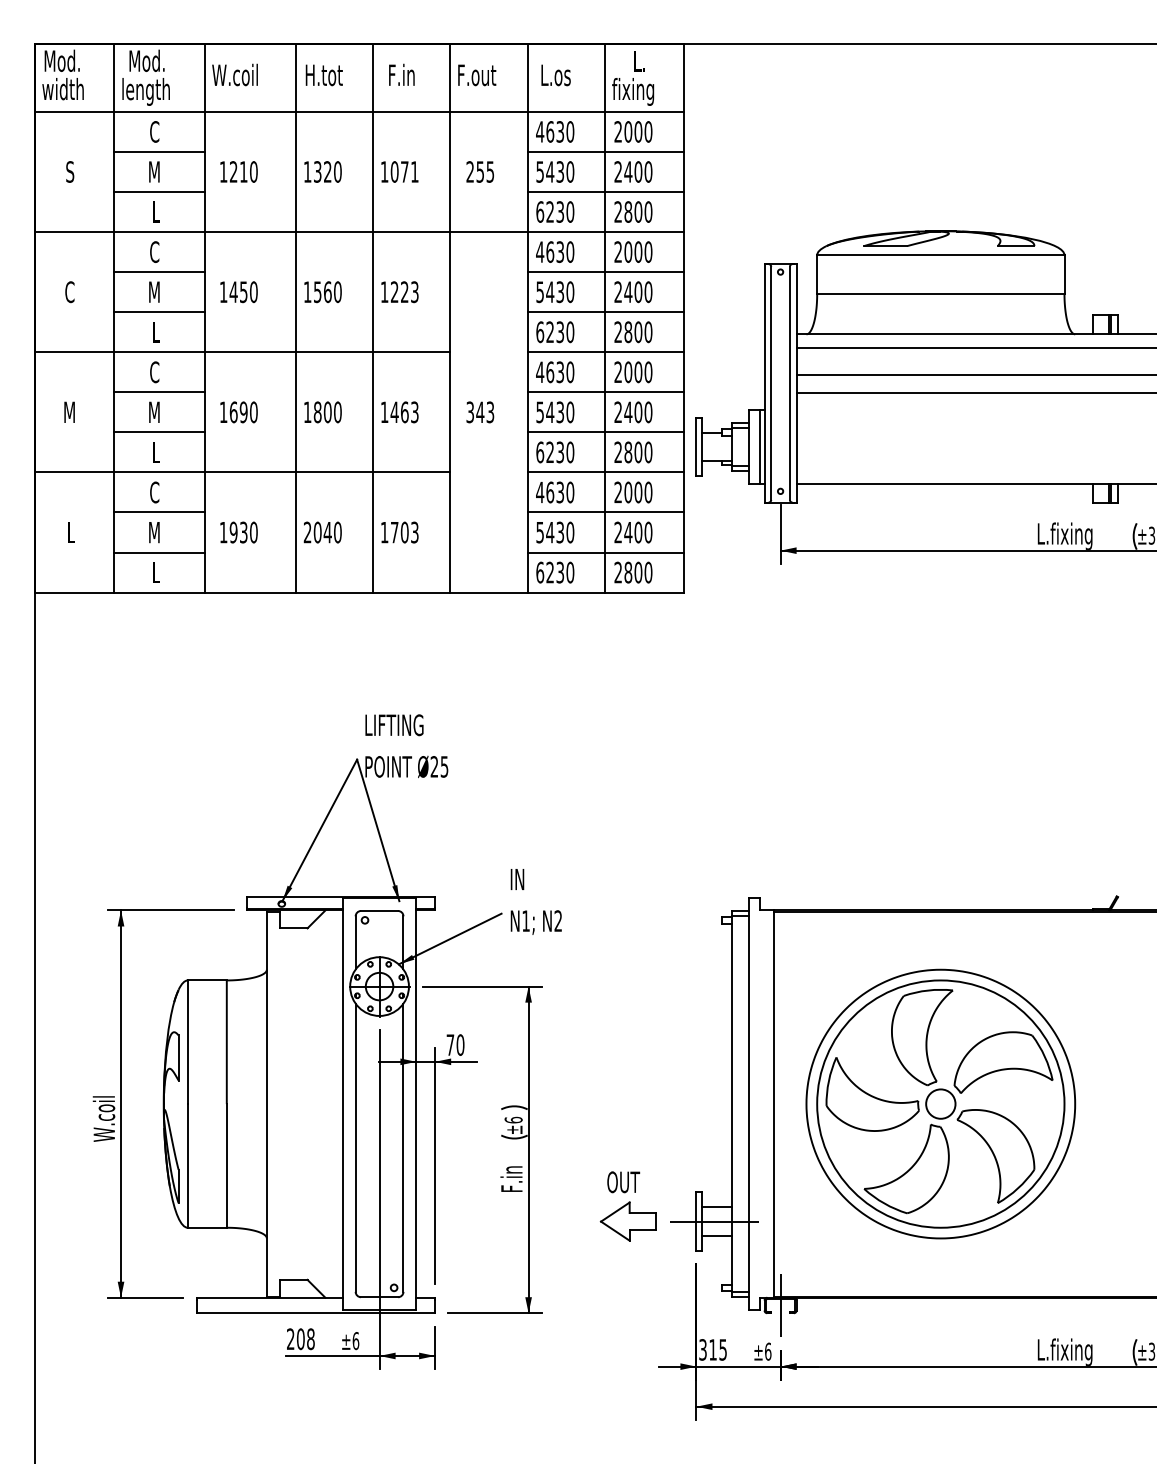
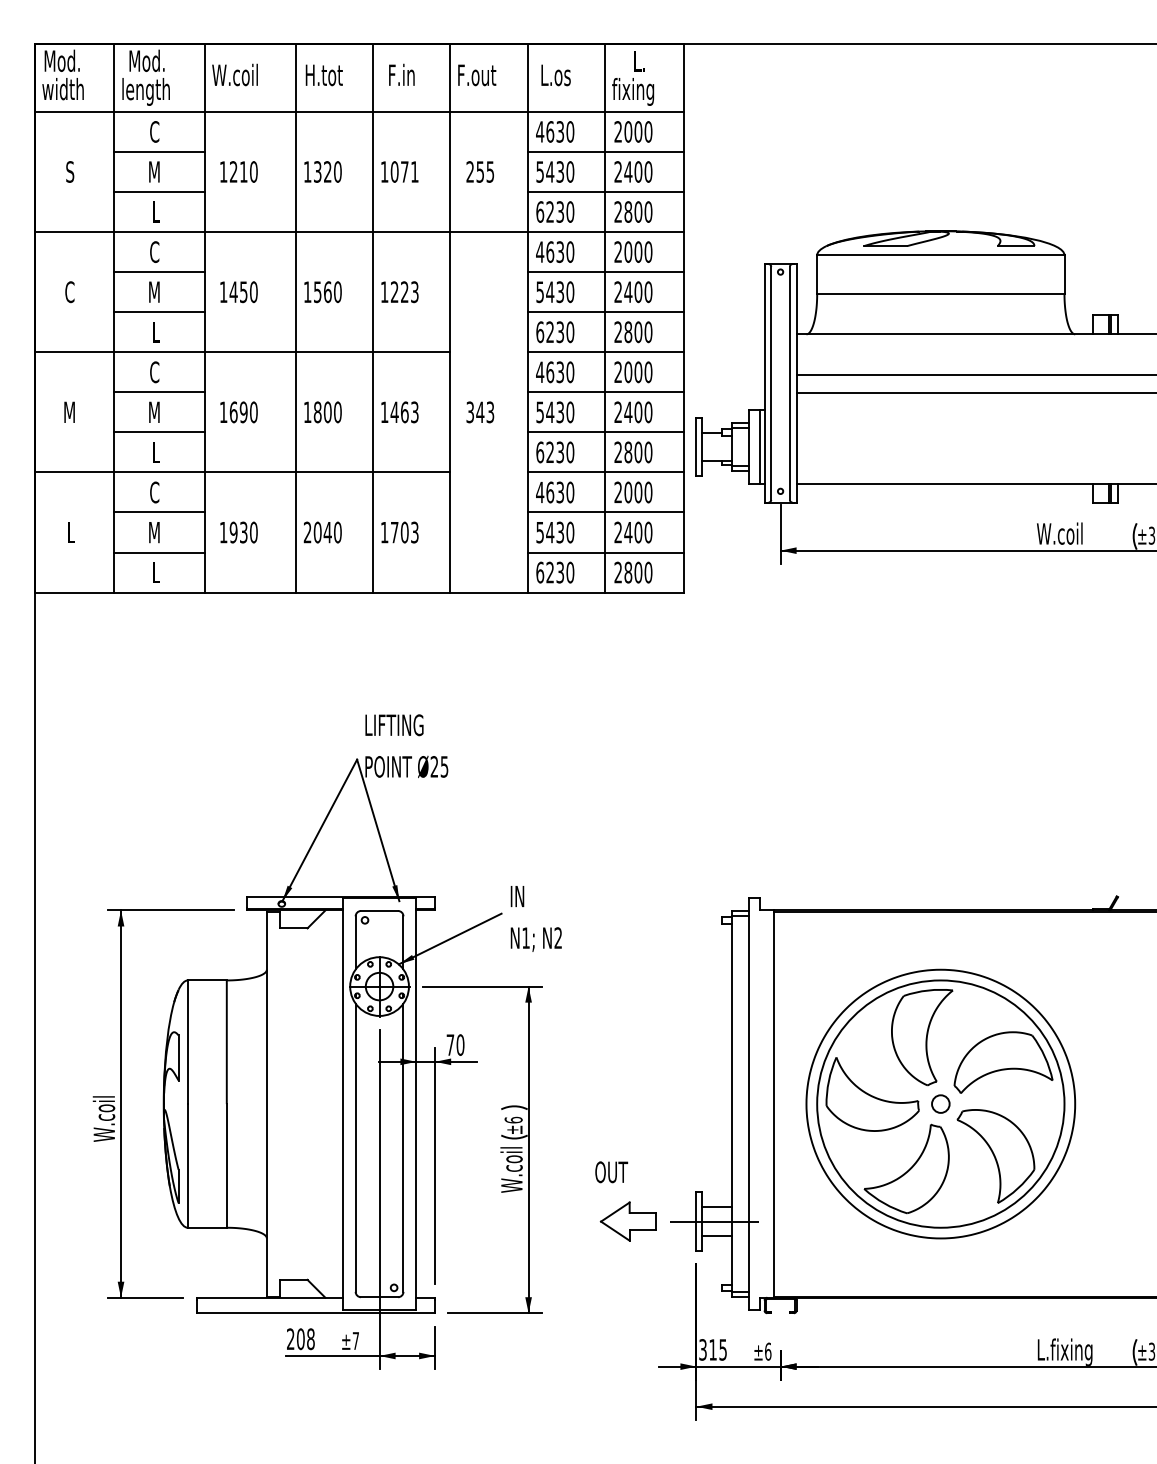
line at (974, 347): present -> none
text at (1064, 535): L.fixing -> W.coil
text at (535, 901) position: (535, 901) -> (535, 918)
circle at (940, 1103) diameter: 29 px -> 18 px
text at (511, 1169): F.in -> W.coil
text at (623, 1182) position: (623, 1182) -> (611, 1172)
line at (780, 1305): present -> none
text at (355, 1341): ±6 -> ±7
